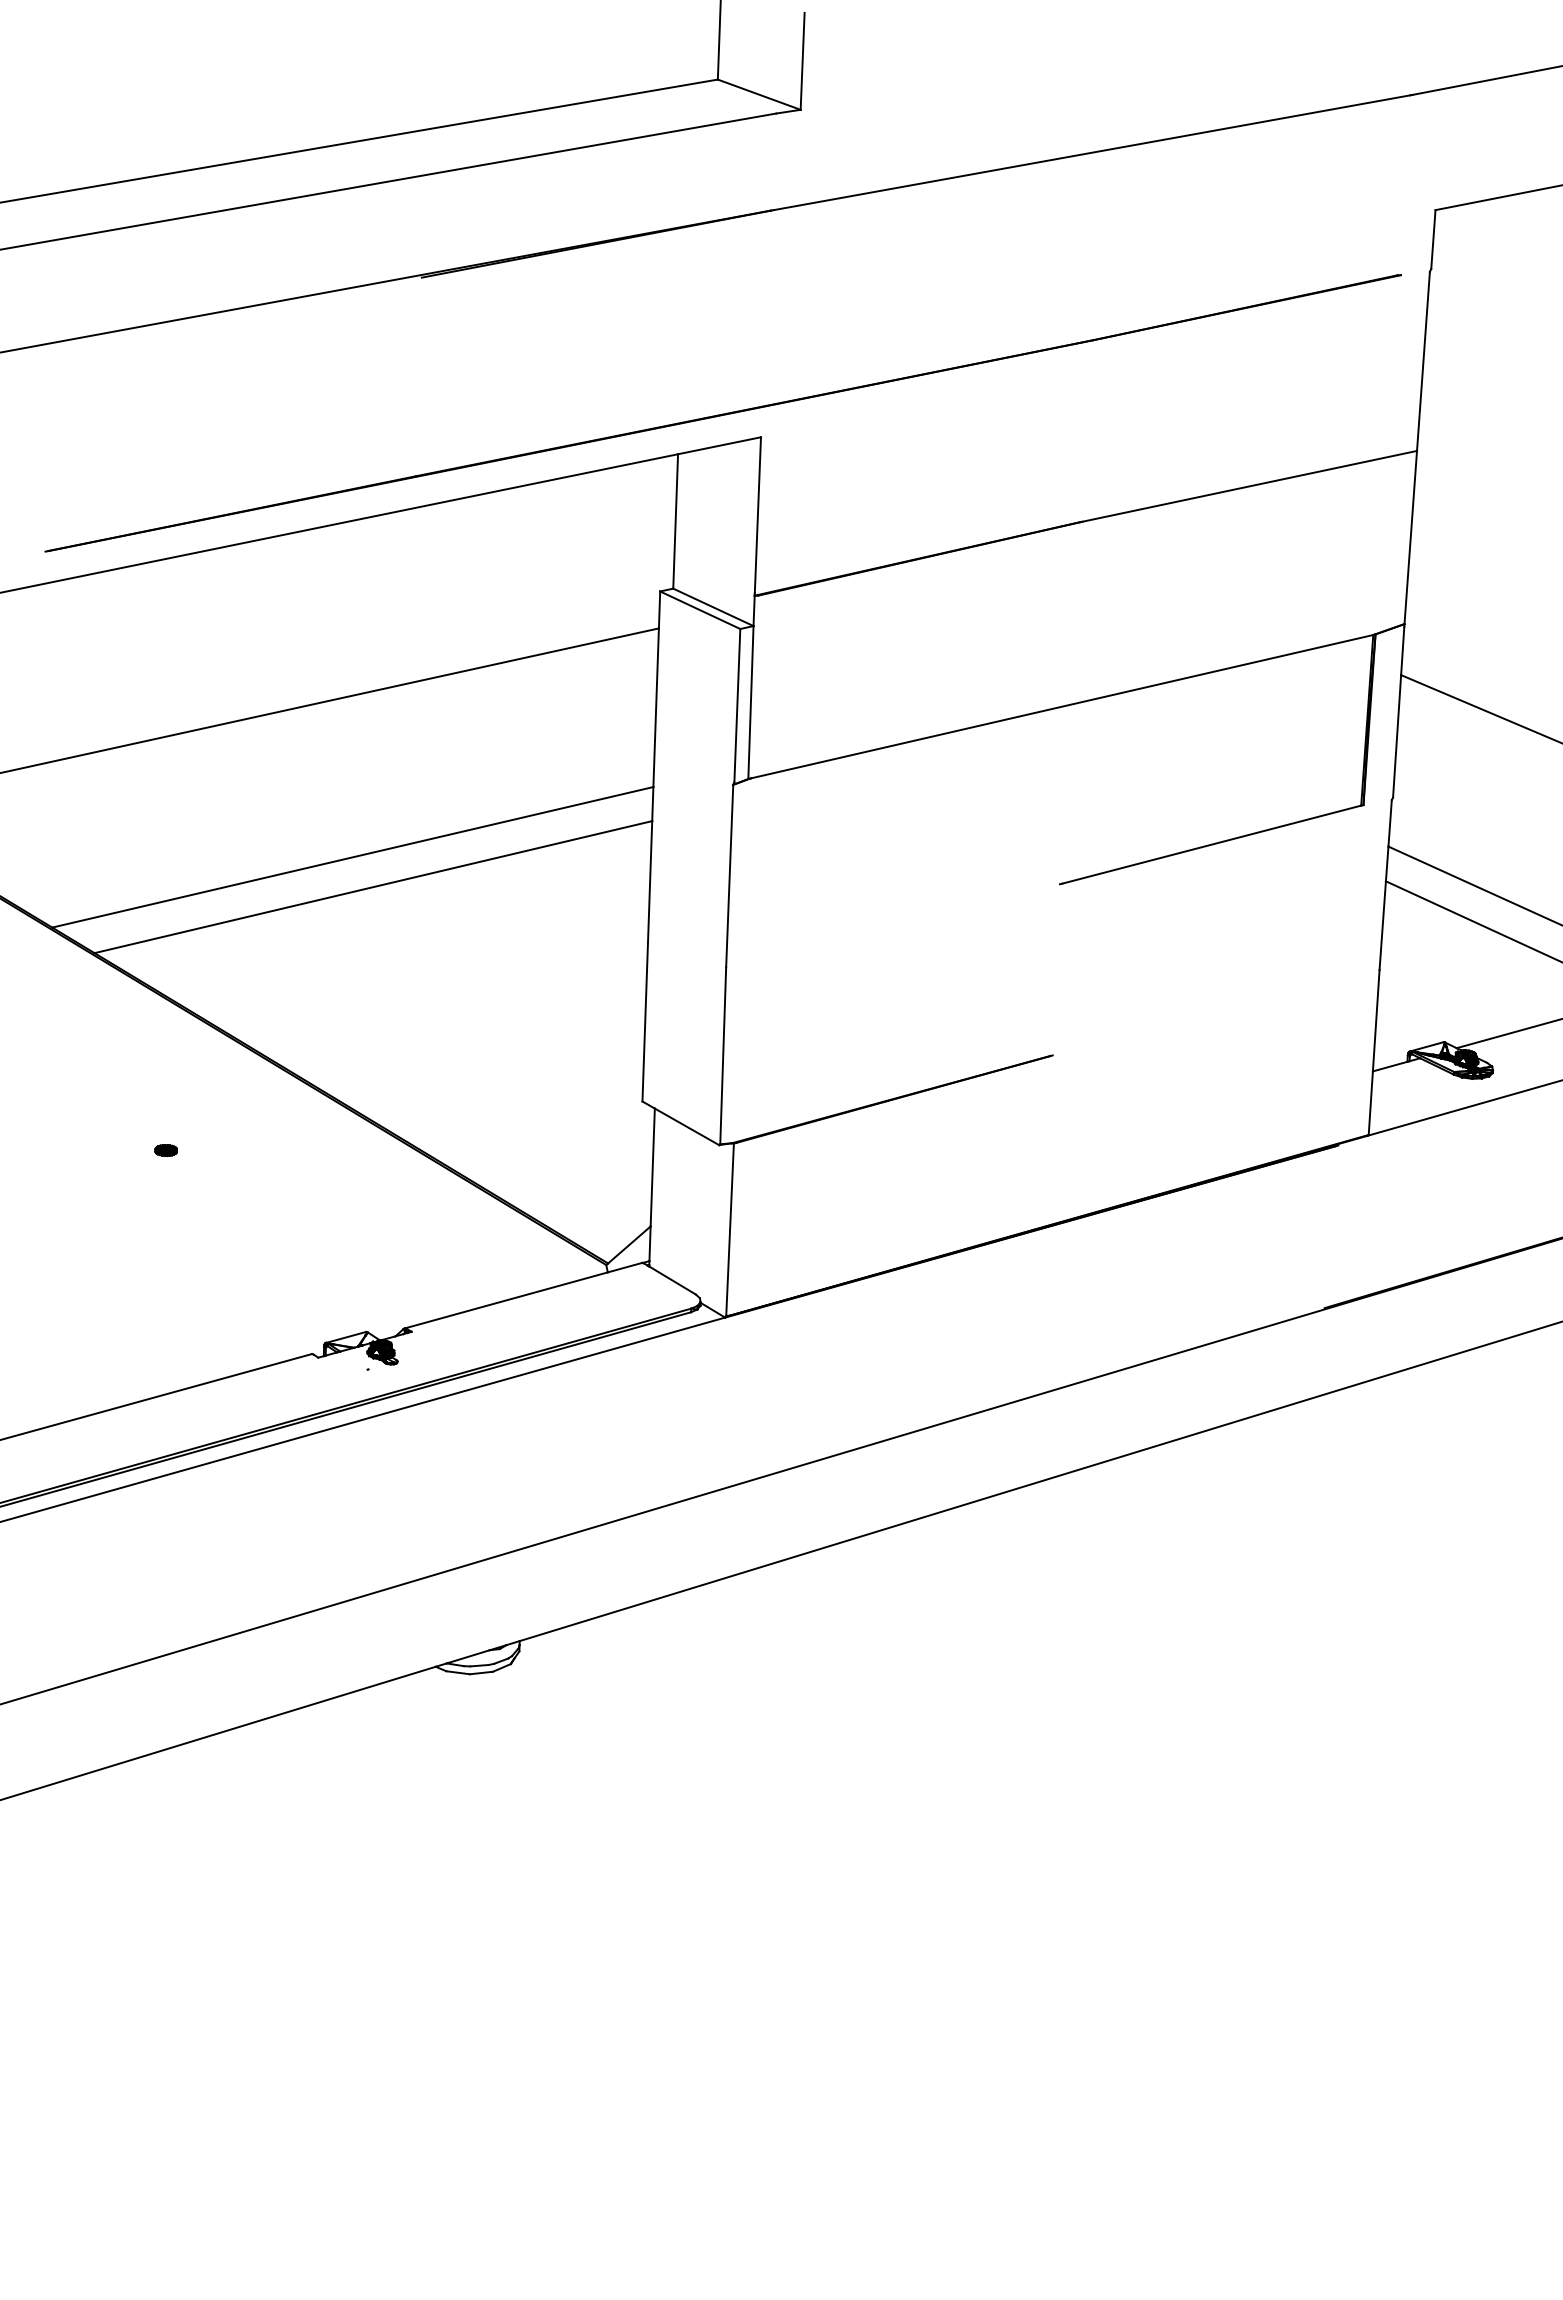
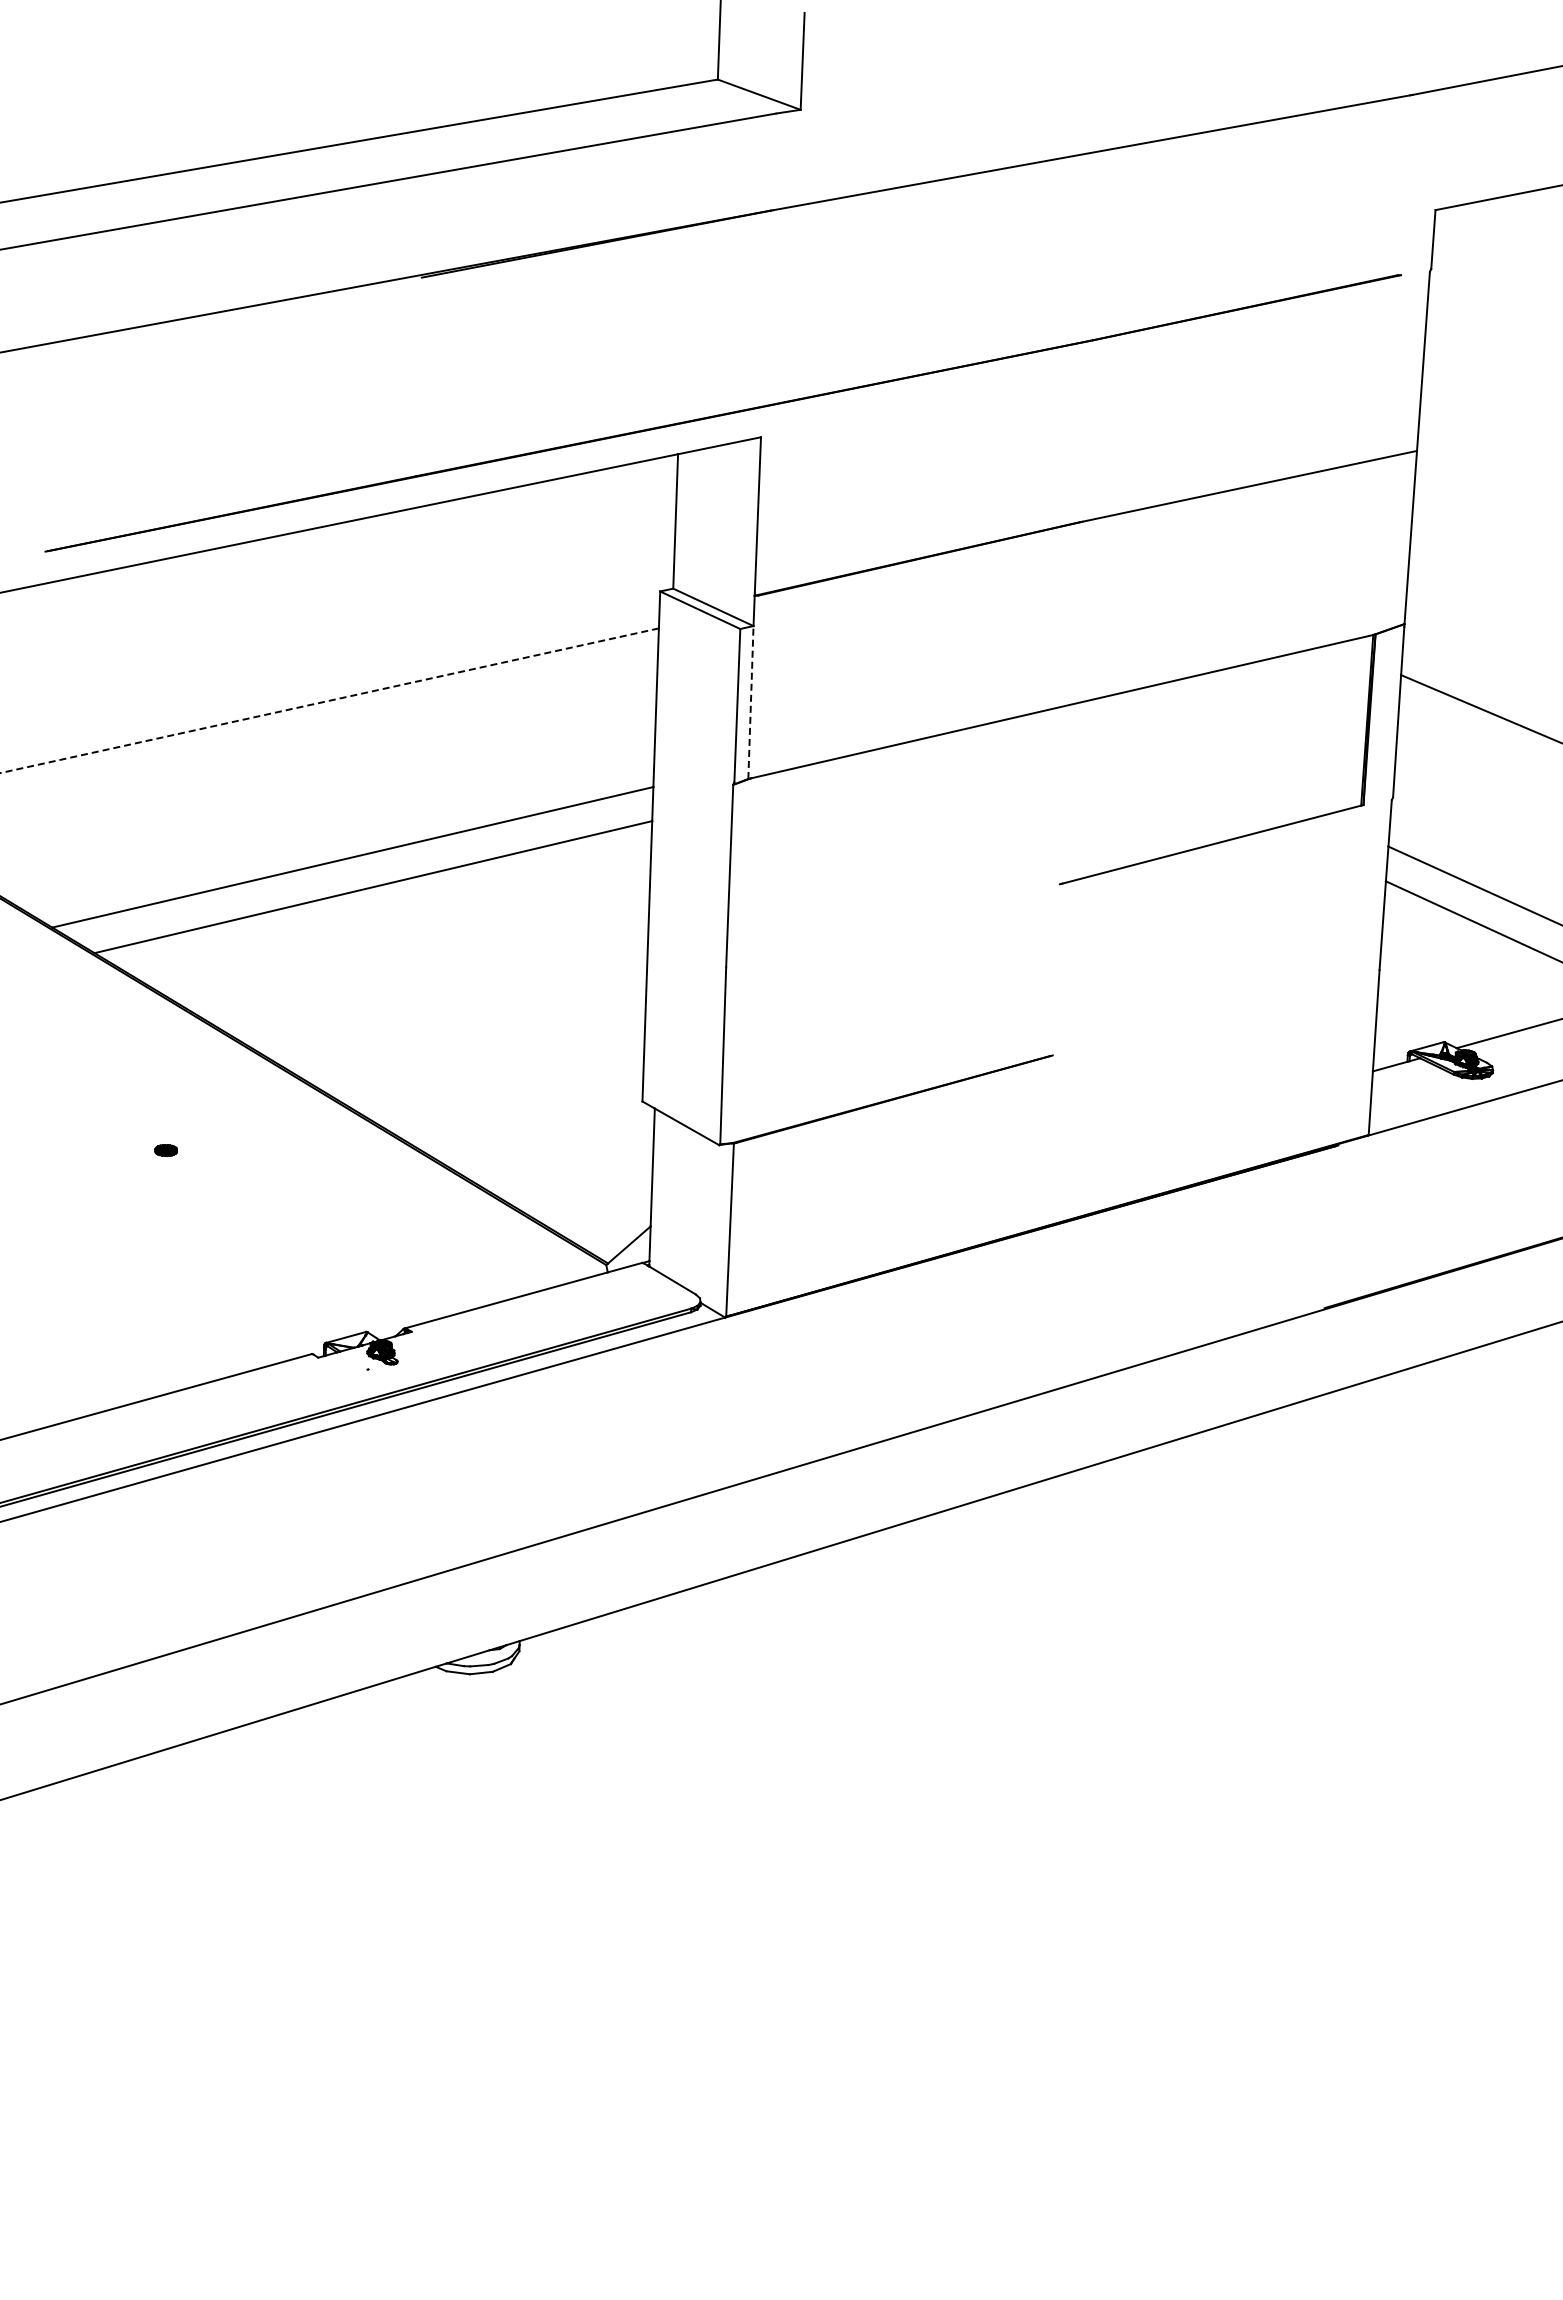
line at (329, 700): solid -> dashed
line at (750, 702): solid -> dashed
